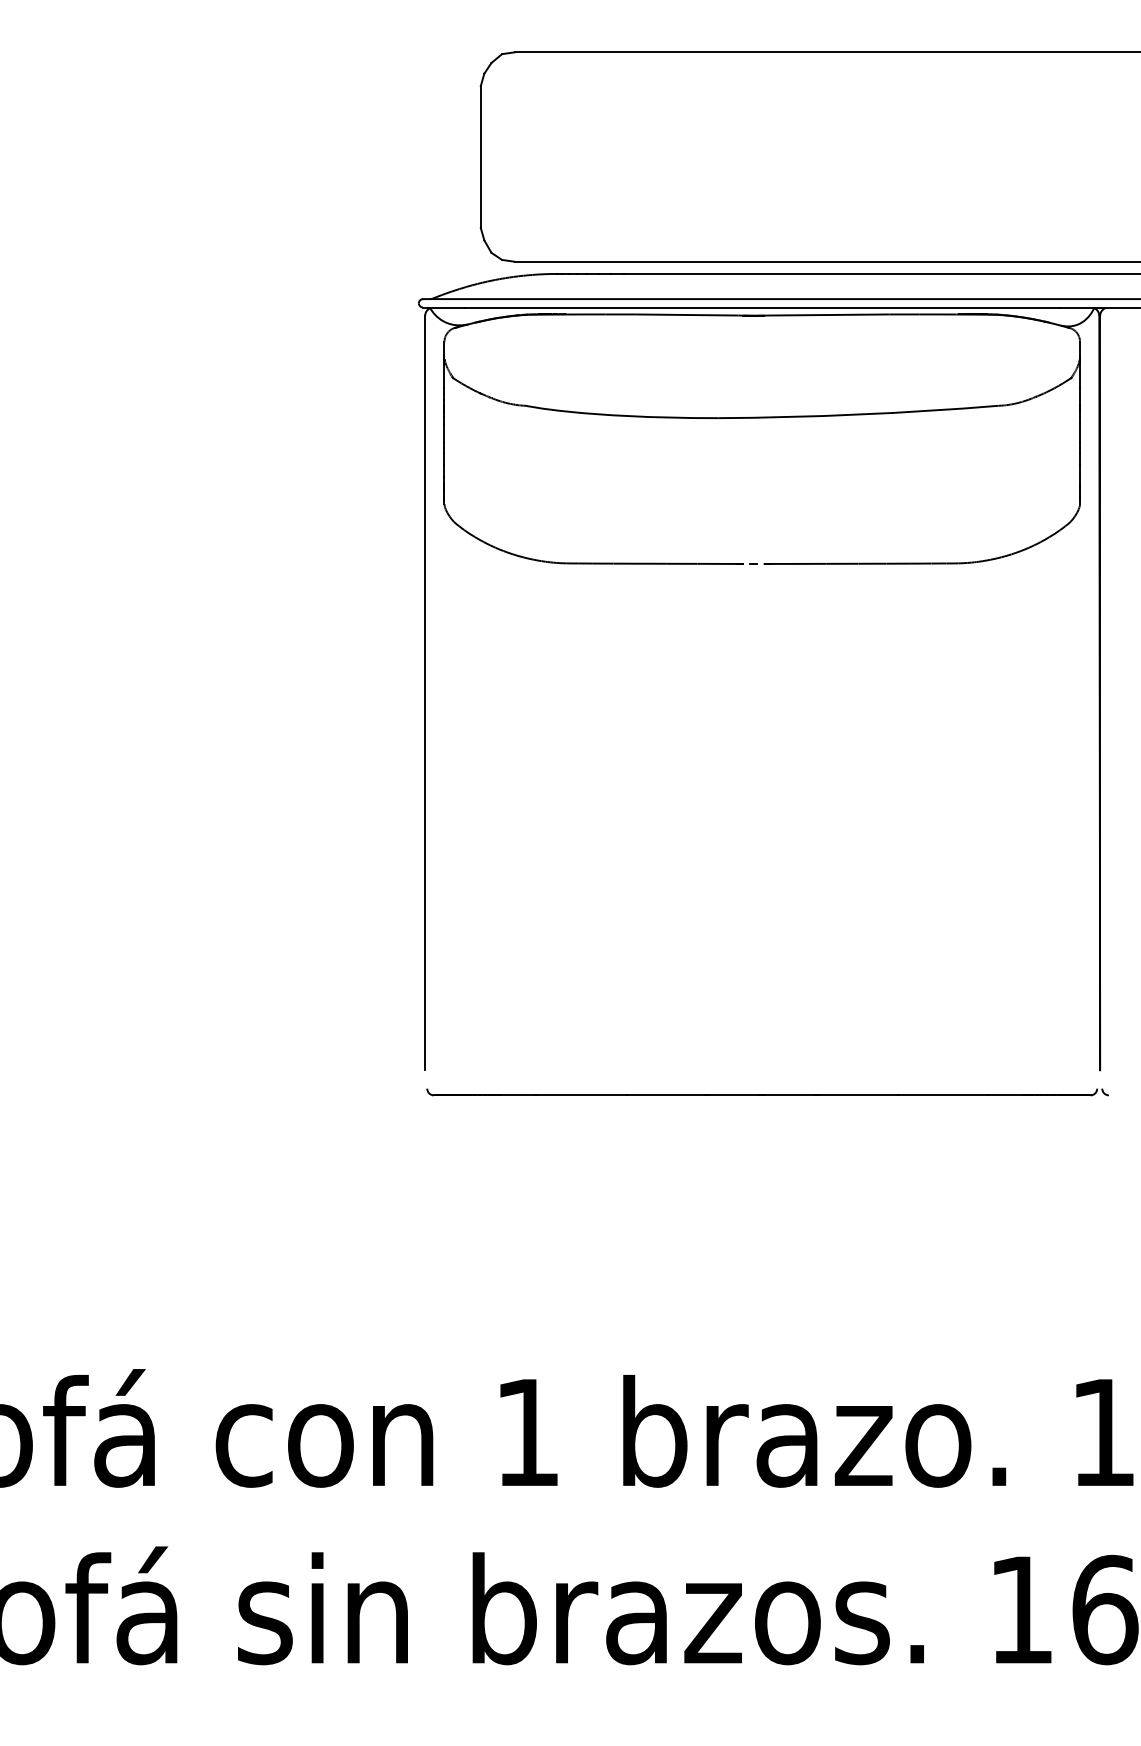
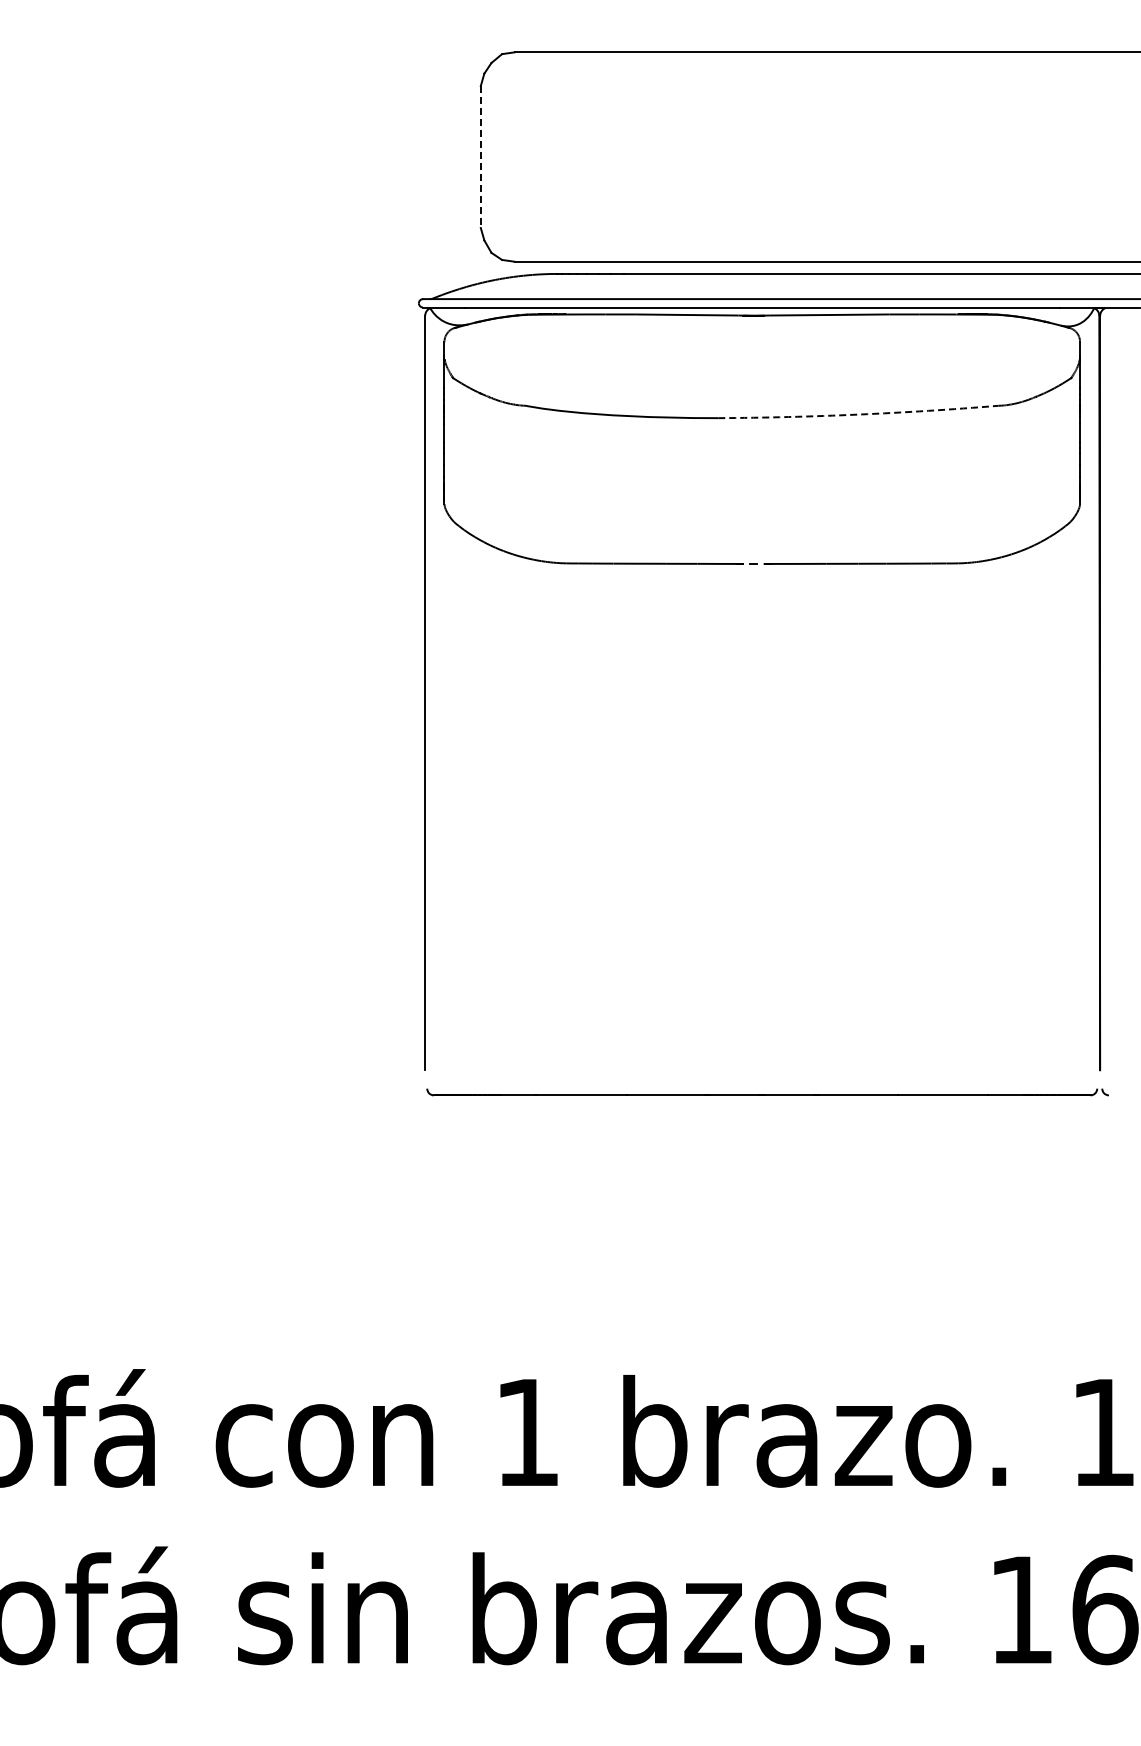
line at (480, 157): solid -> dashed
arc at (858, 414): solid -> dashed
